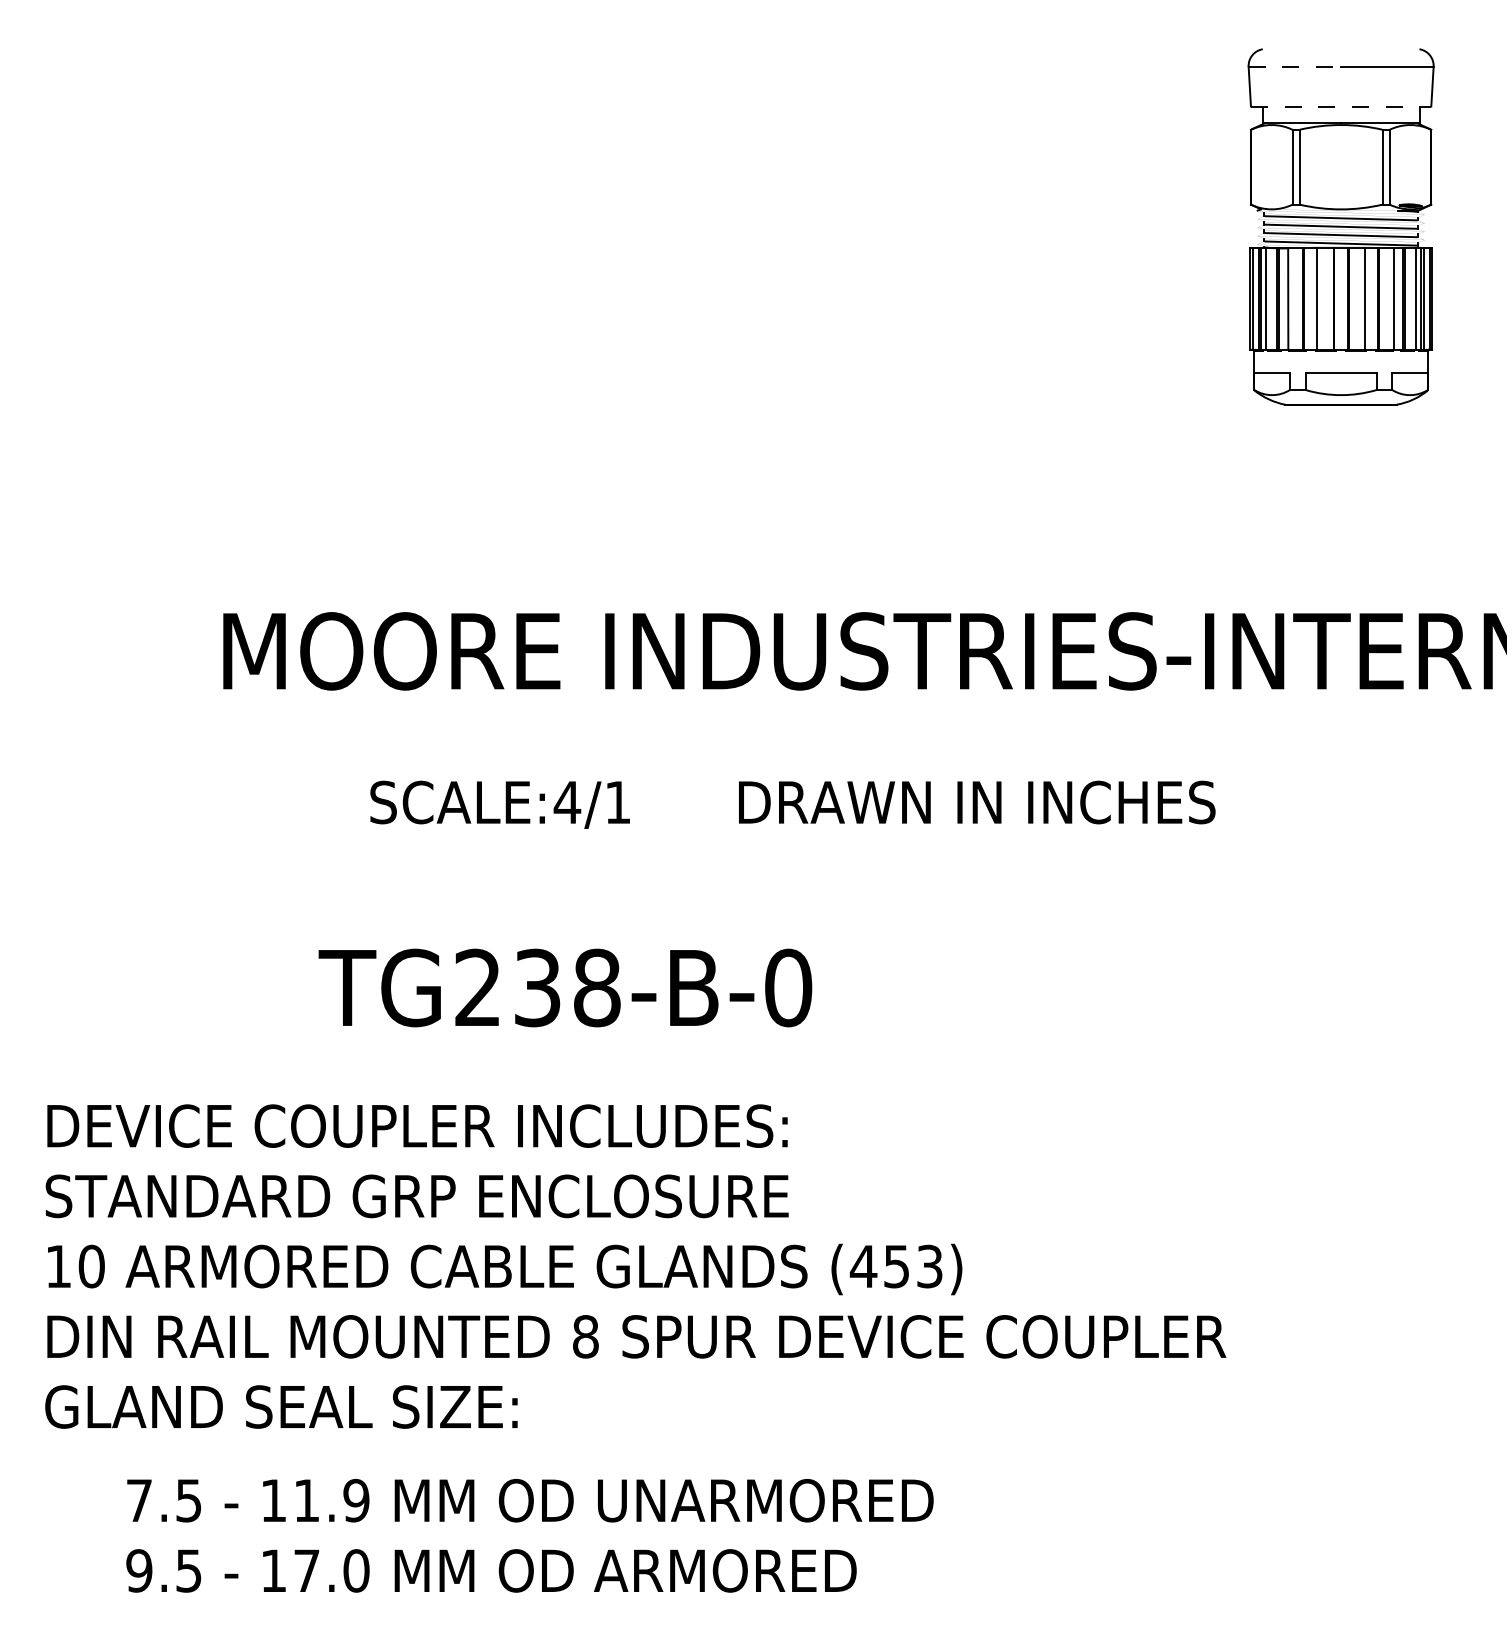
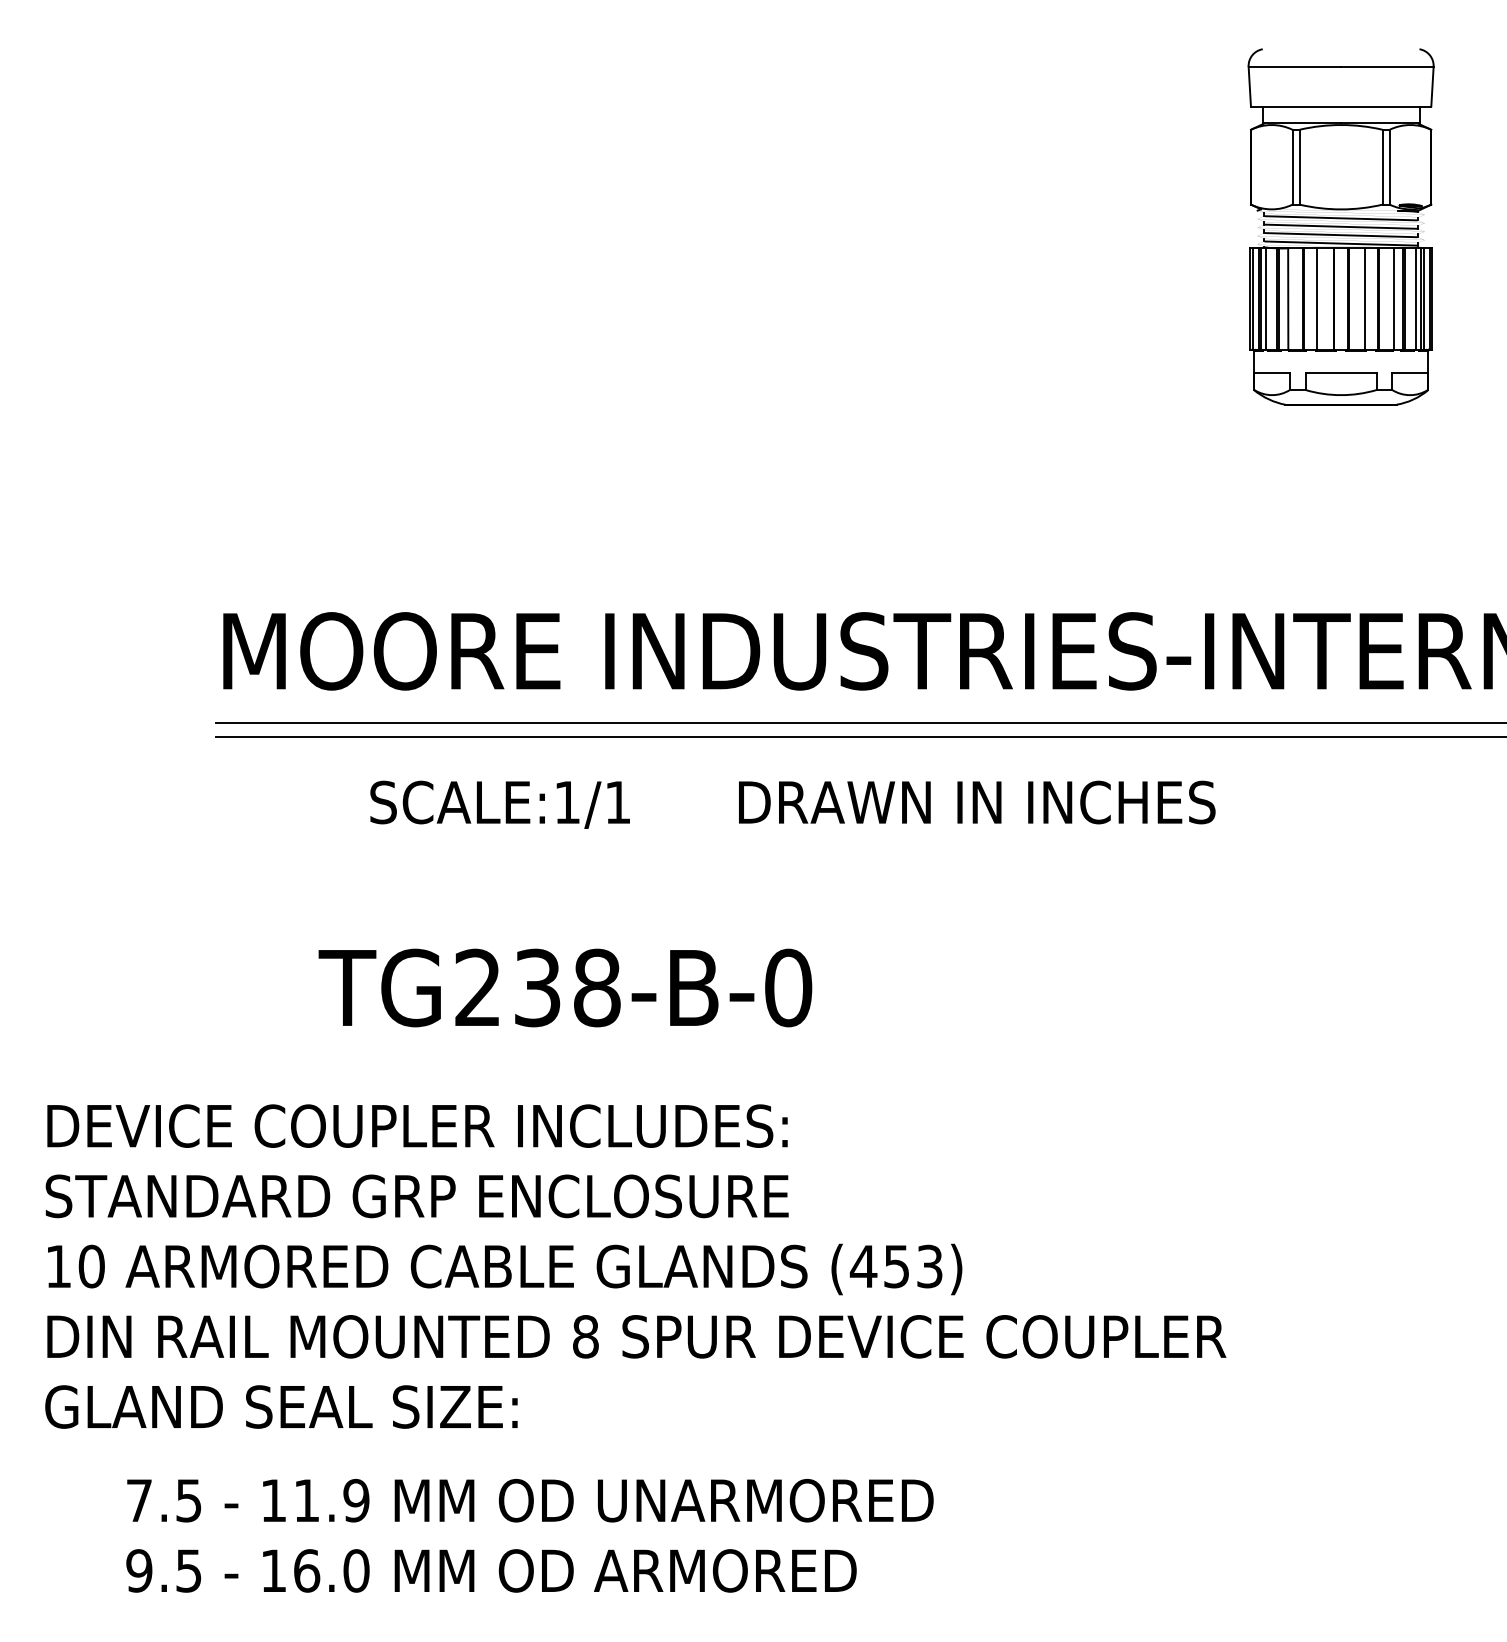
line at (1295, 66): dashed -> solid
line at (1341, 106): dashed -> solid
line at (859, 723): none -> present
line at (859, 737): none -> present
text at (567, 802): SCALE:4/1 -> SCALE:1/1
text at (307, 1570): 17.0 -> 16.0
